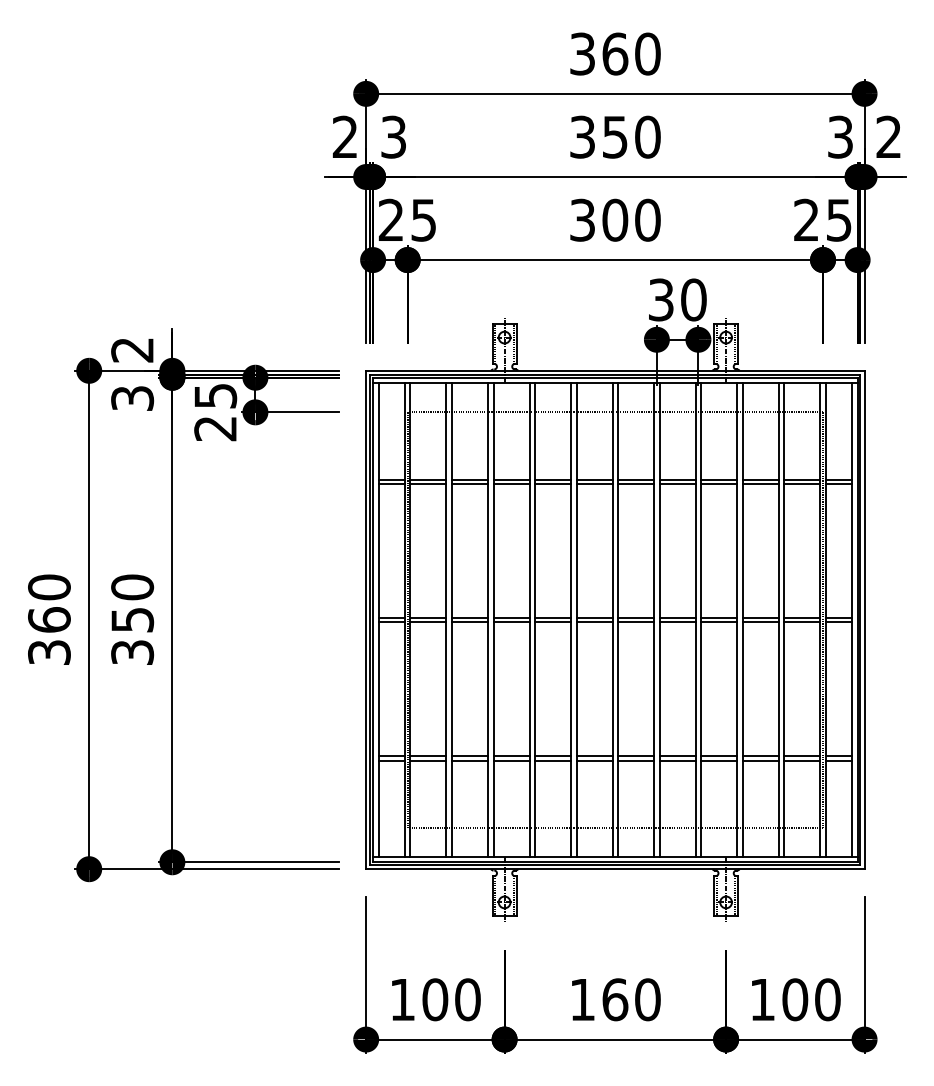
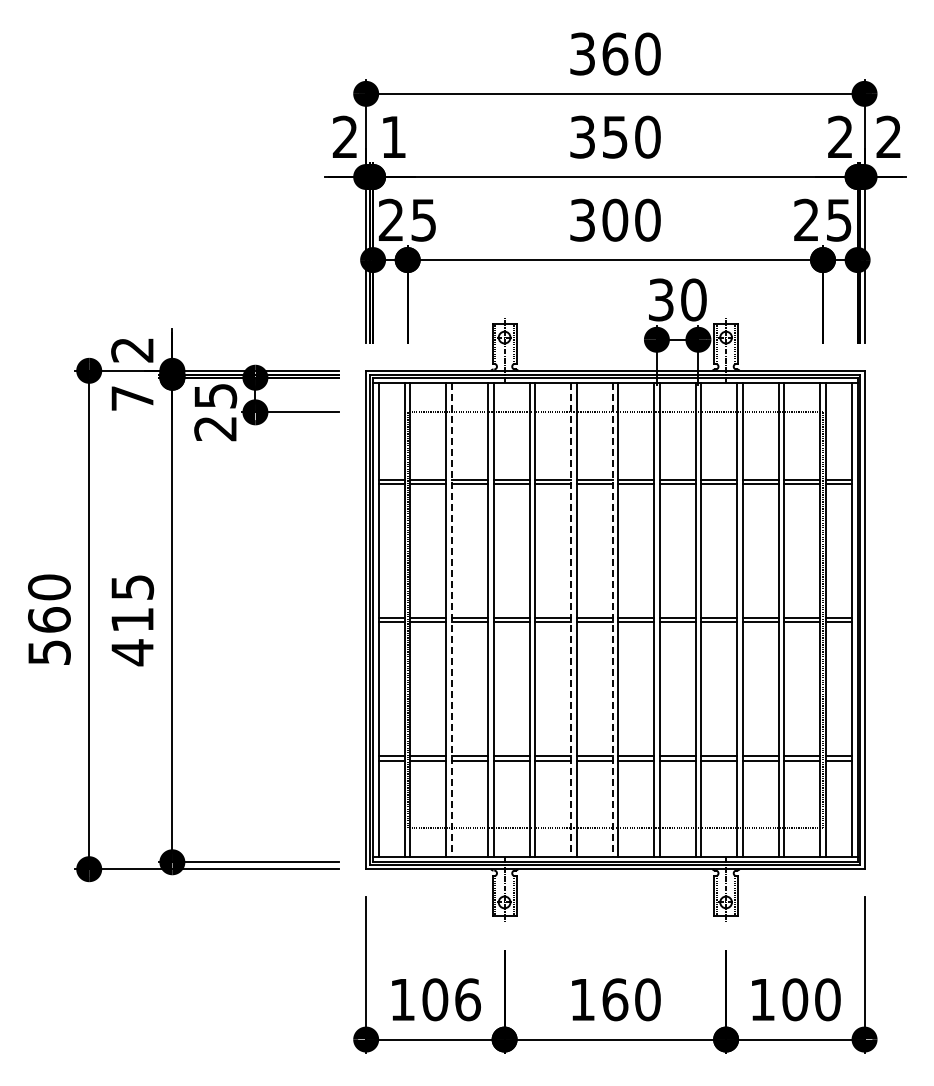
text at (393, 136): 3 -> 1
text at (840, 137): 3 -> 2
text at (132, 398): 3 -> 7
text at (132, 620): 350 -> 415
line at (452, 620): solid -> dashed
line at (571, 620): solid -> dashed
line at (612, 620): solid -> dashed
text at (49, 652): 360 -> 560
text at (467, 999): 100 -> 106
